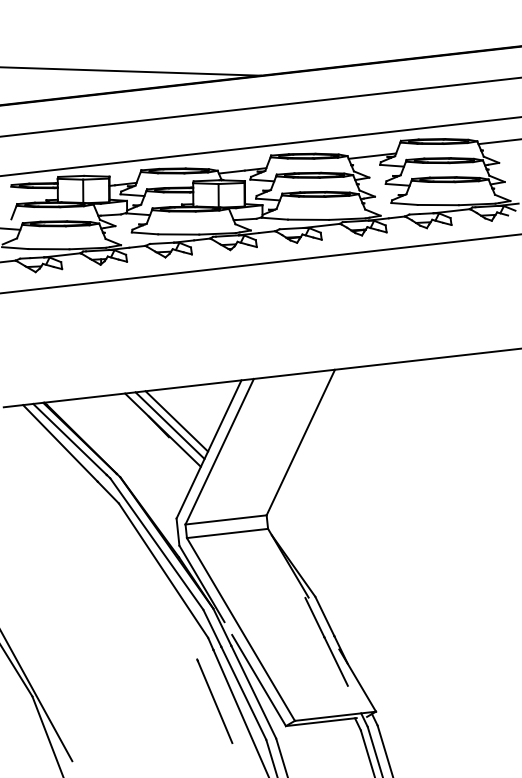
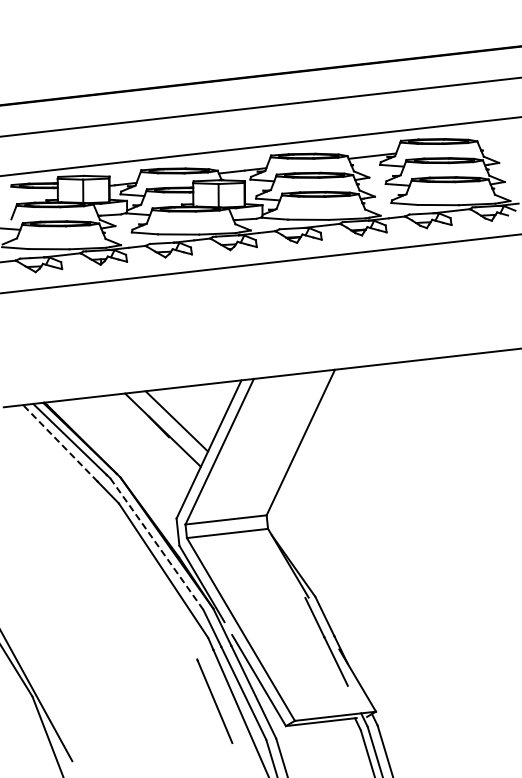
line at (131, 71): present -> none
line at (498, 141): present -> none
line at (169, 425): present -> none
line at (60, 443): solid -> dashed
line at (156, 544): solid -> dashed
